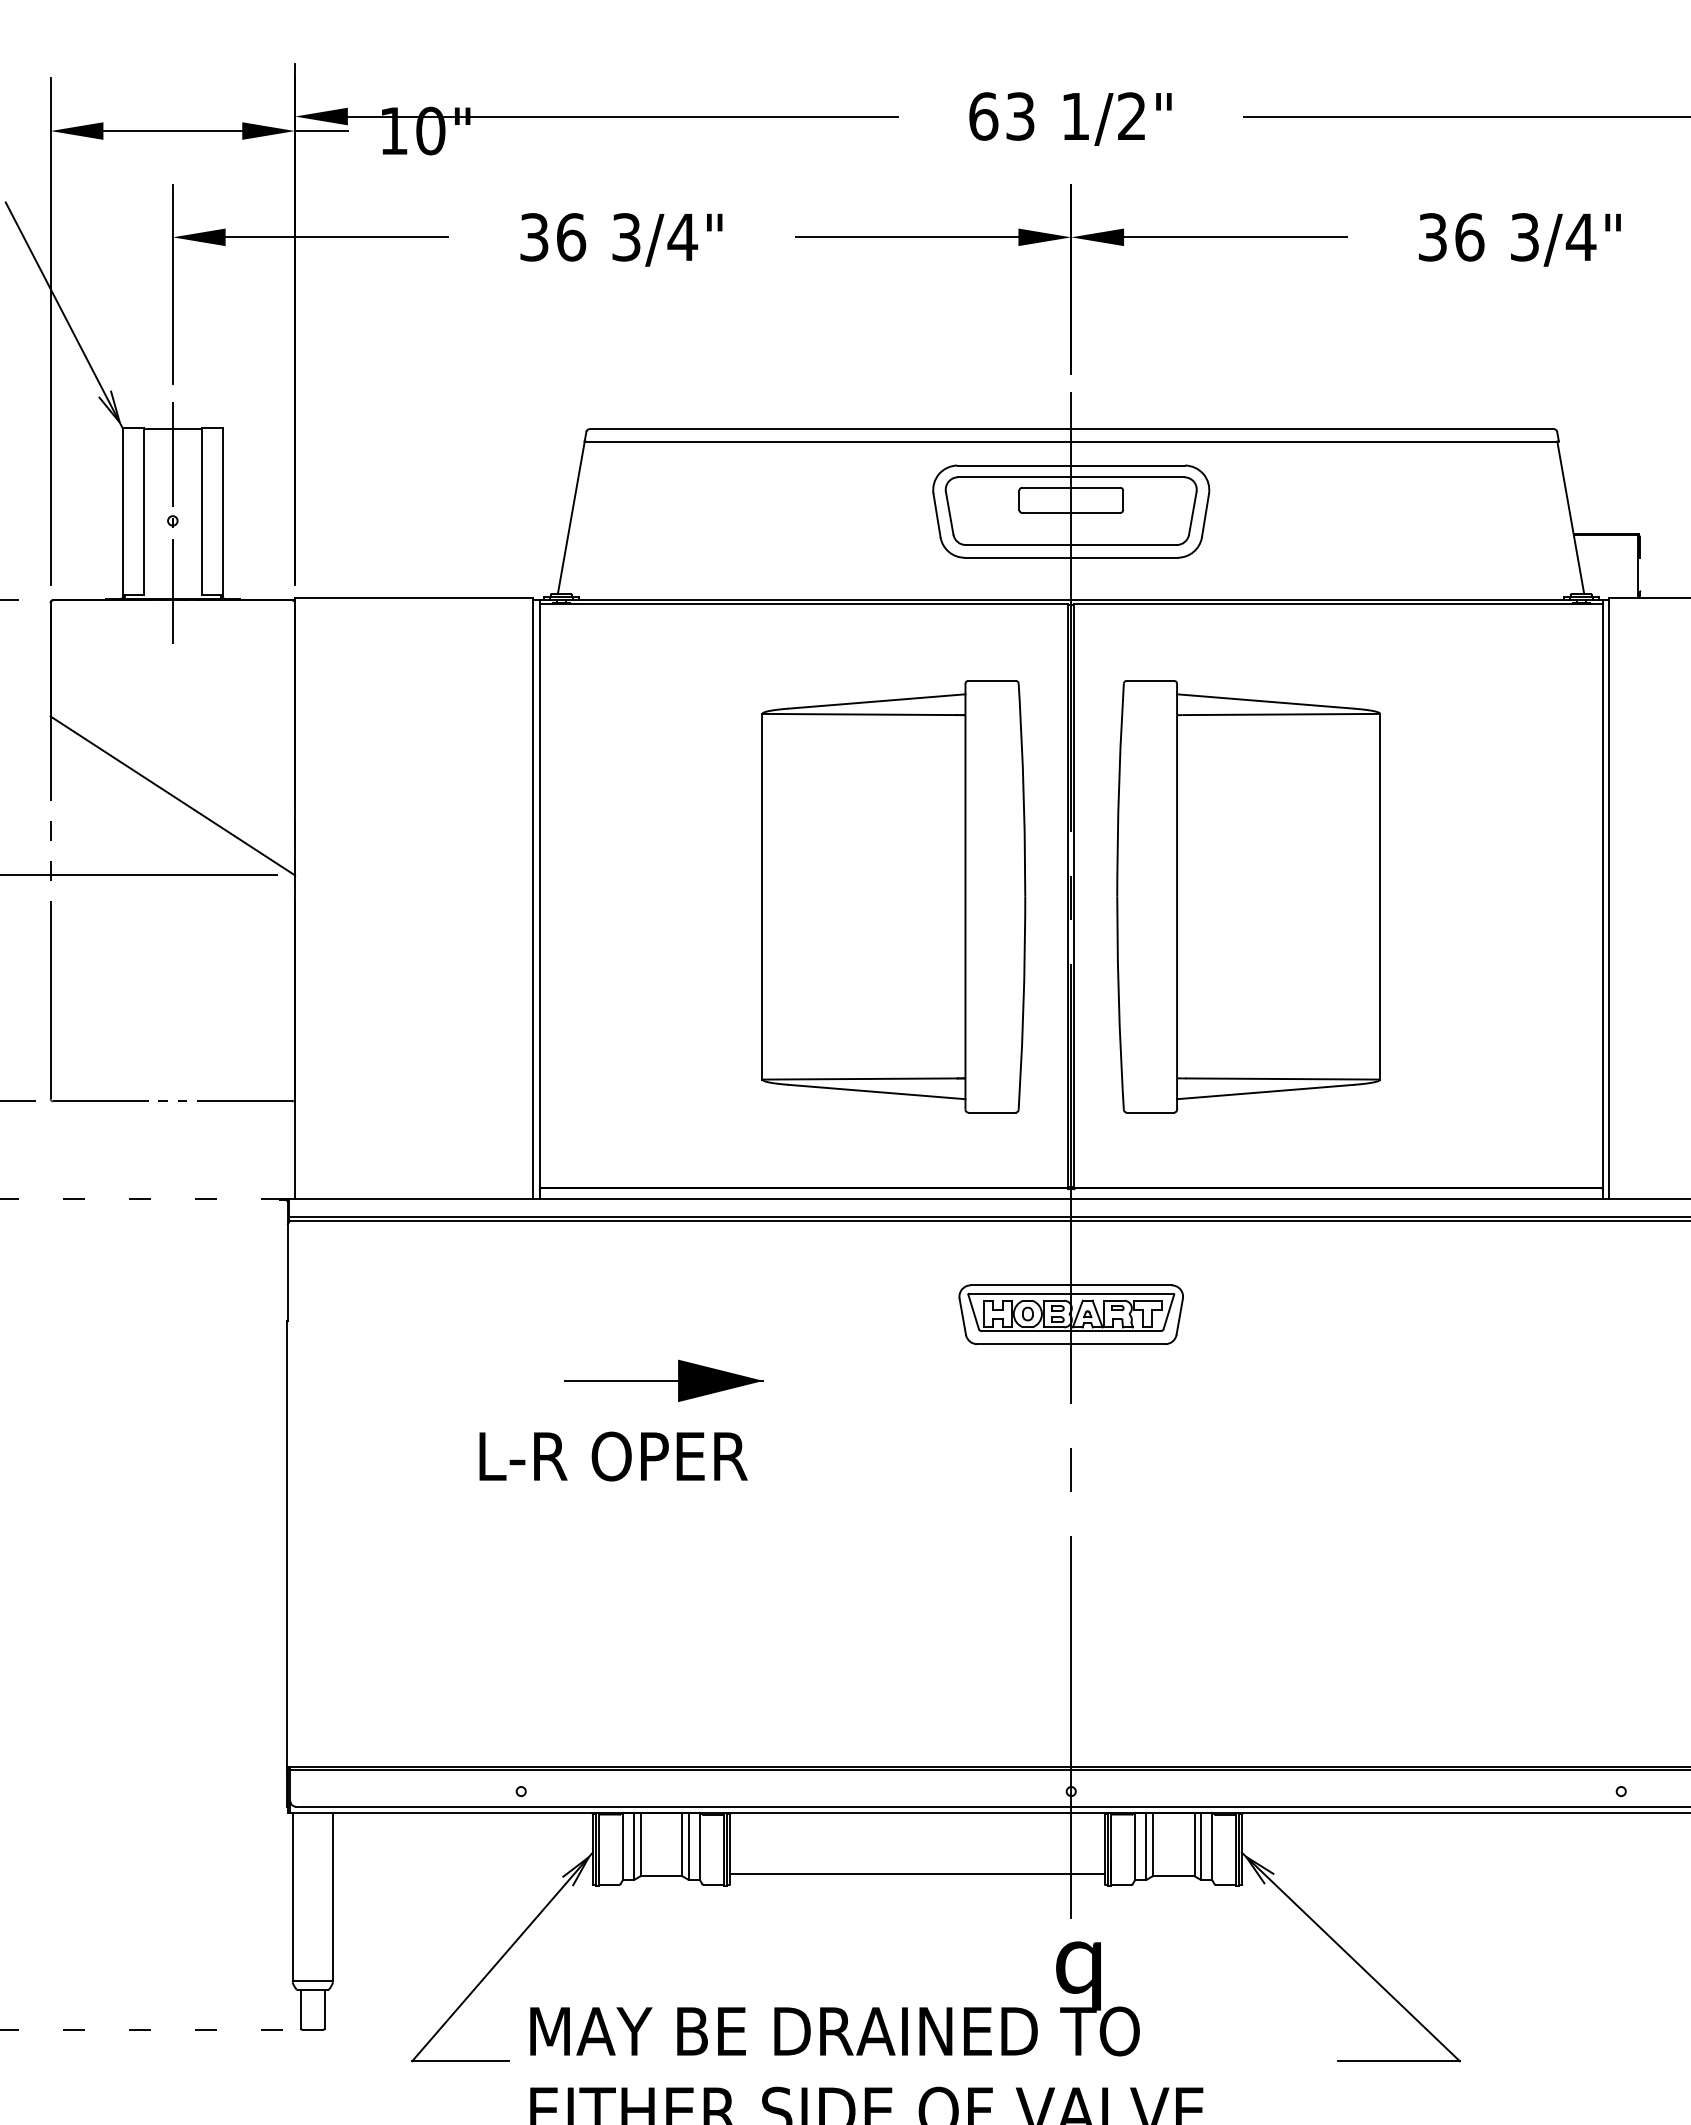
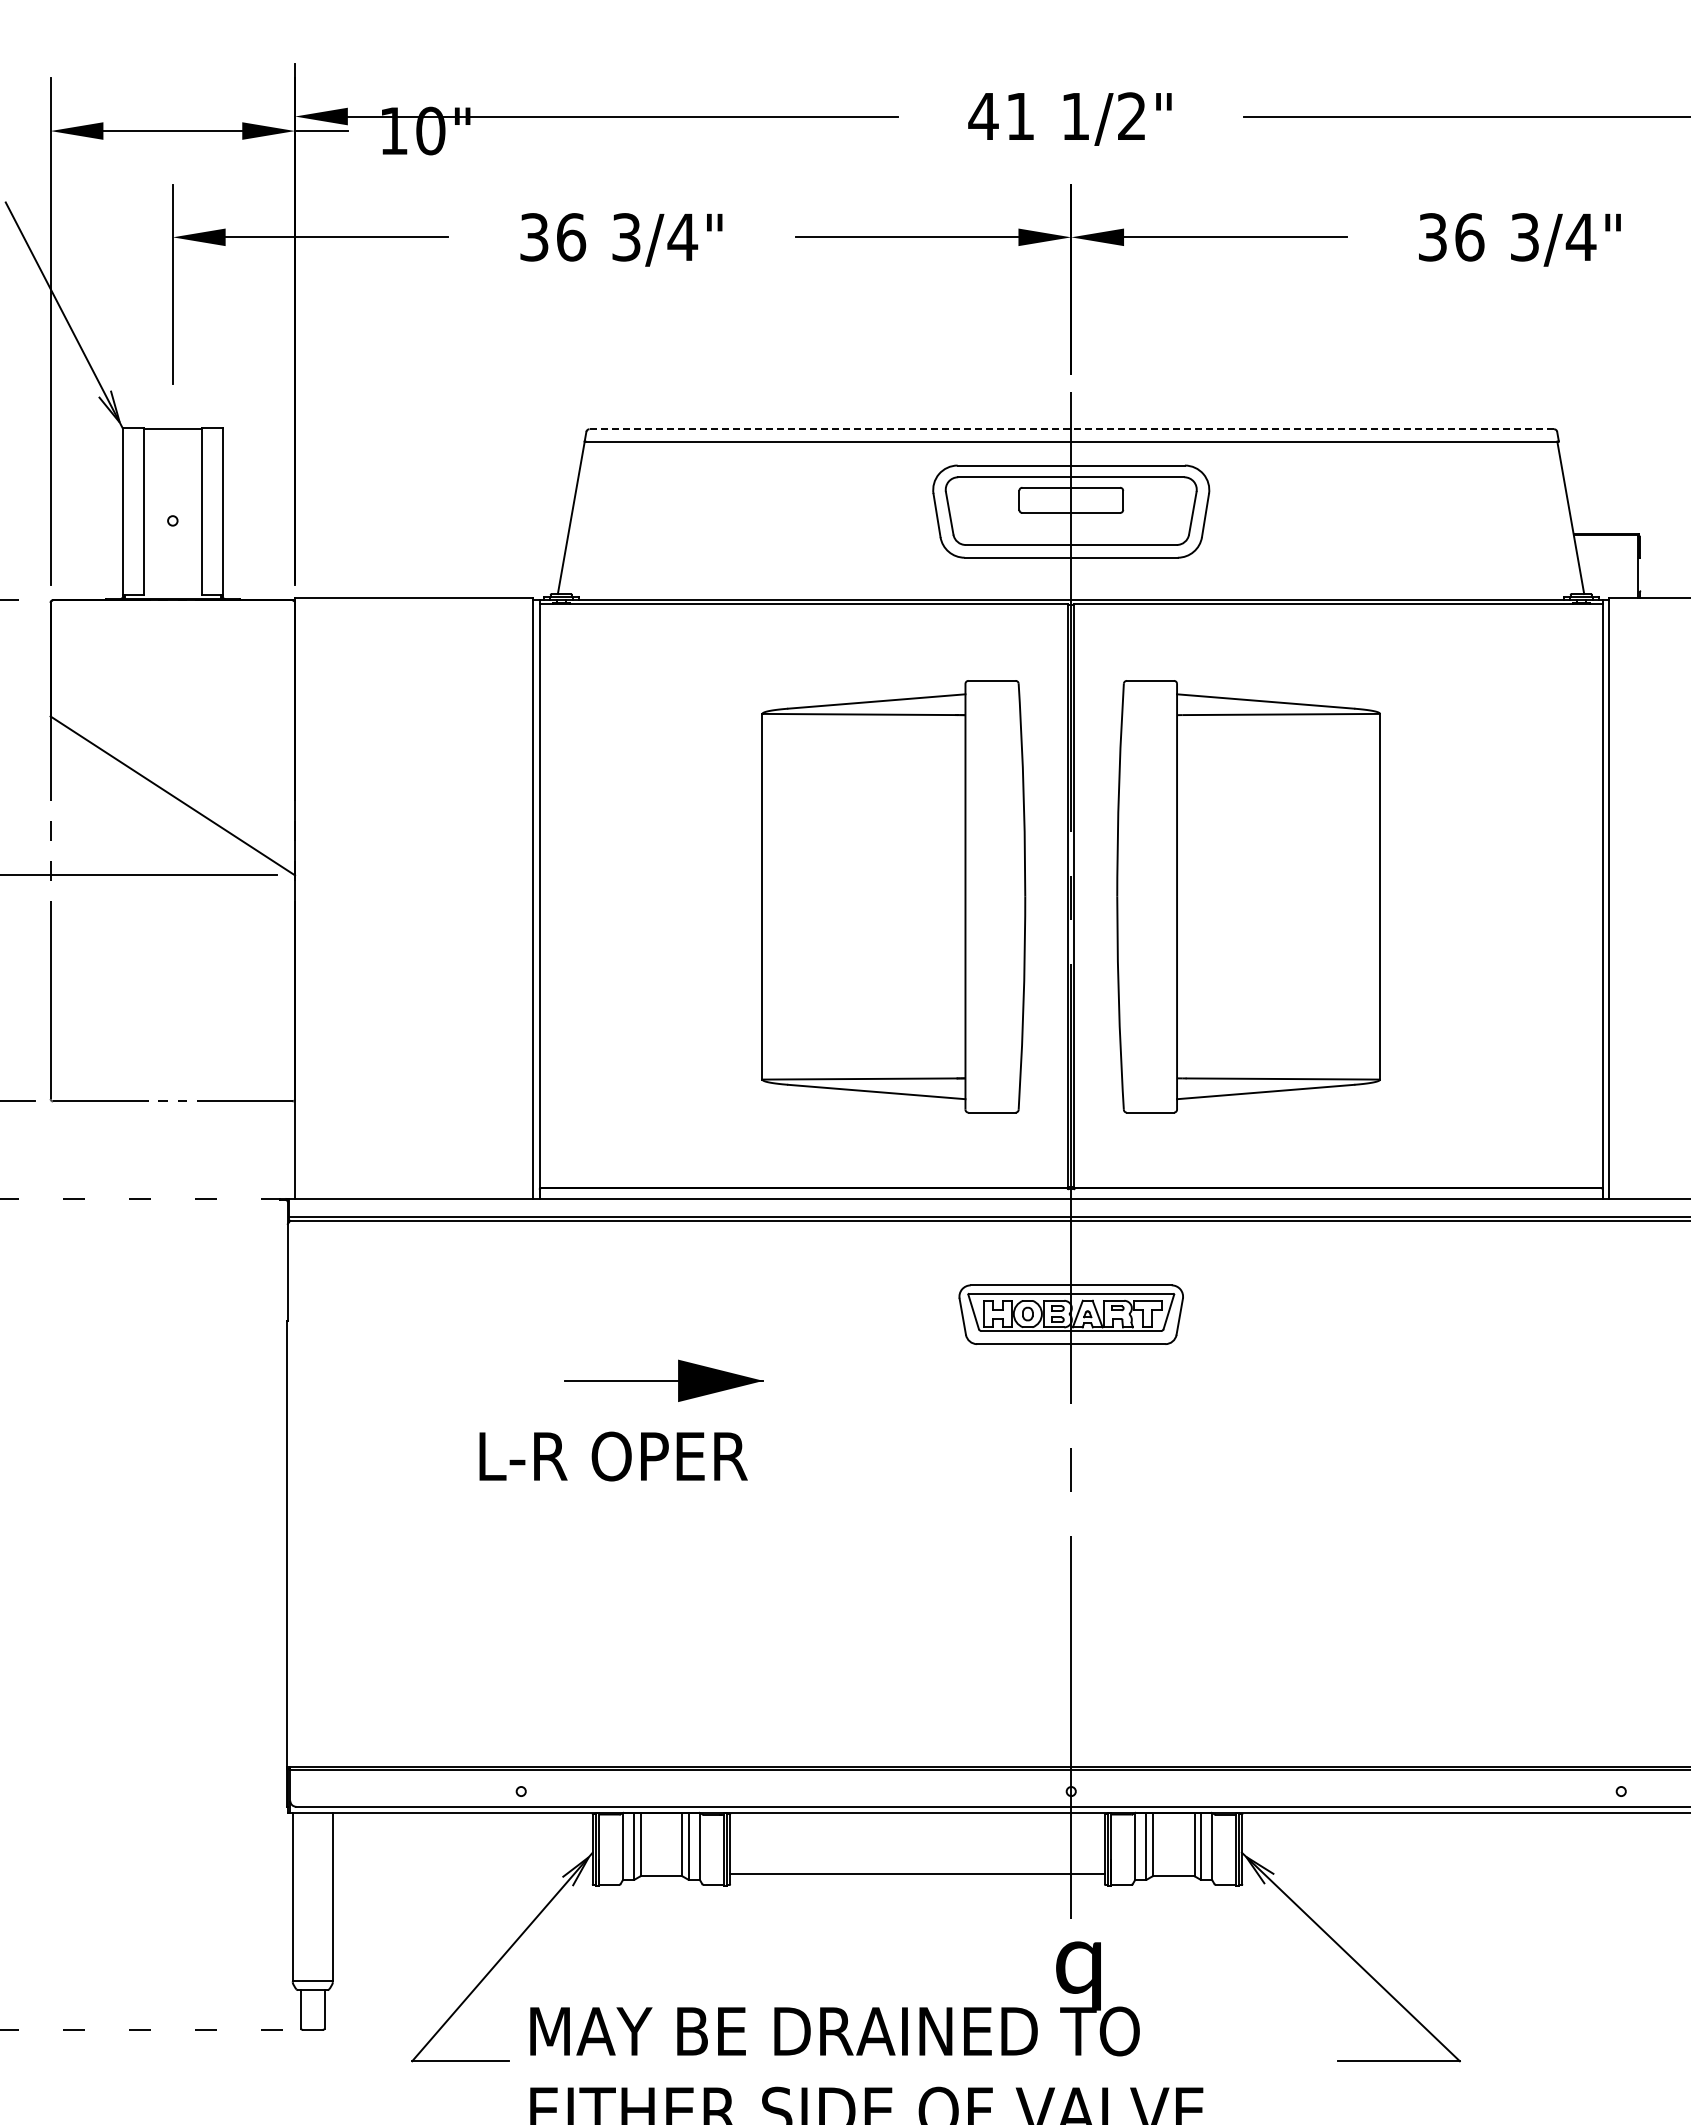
text at (1001, 116): 63 -> 41
line at (1071, 429): solid -> dashed
line at (172, 522): present -> none
